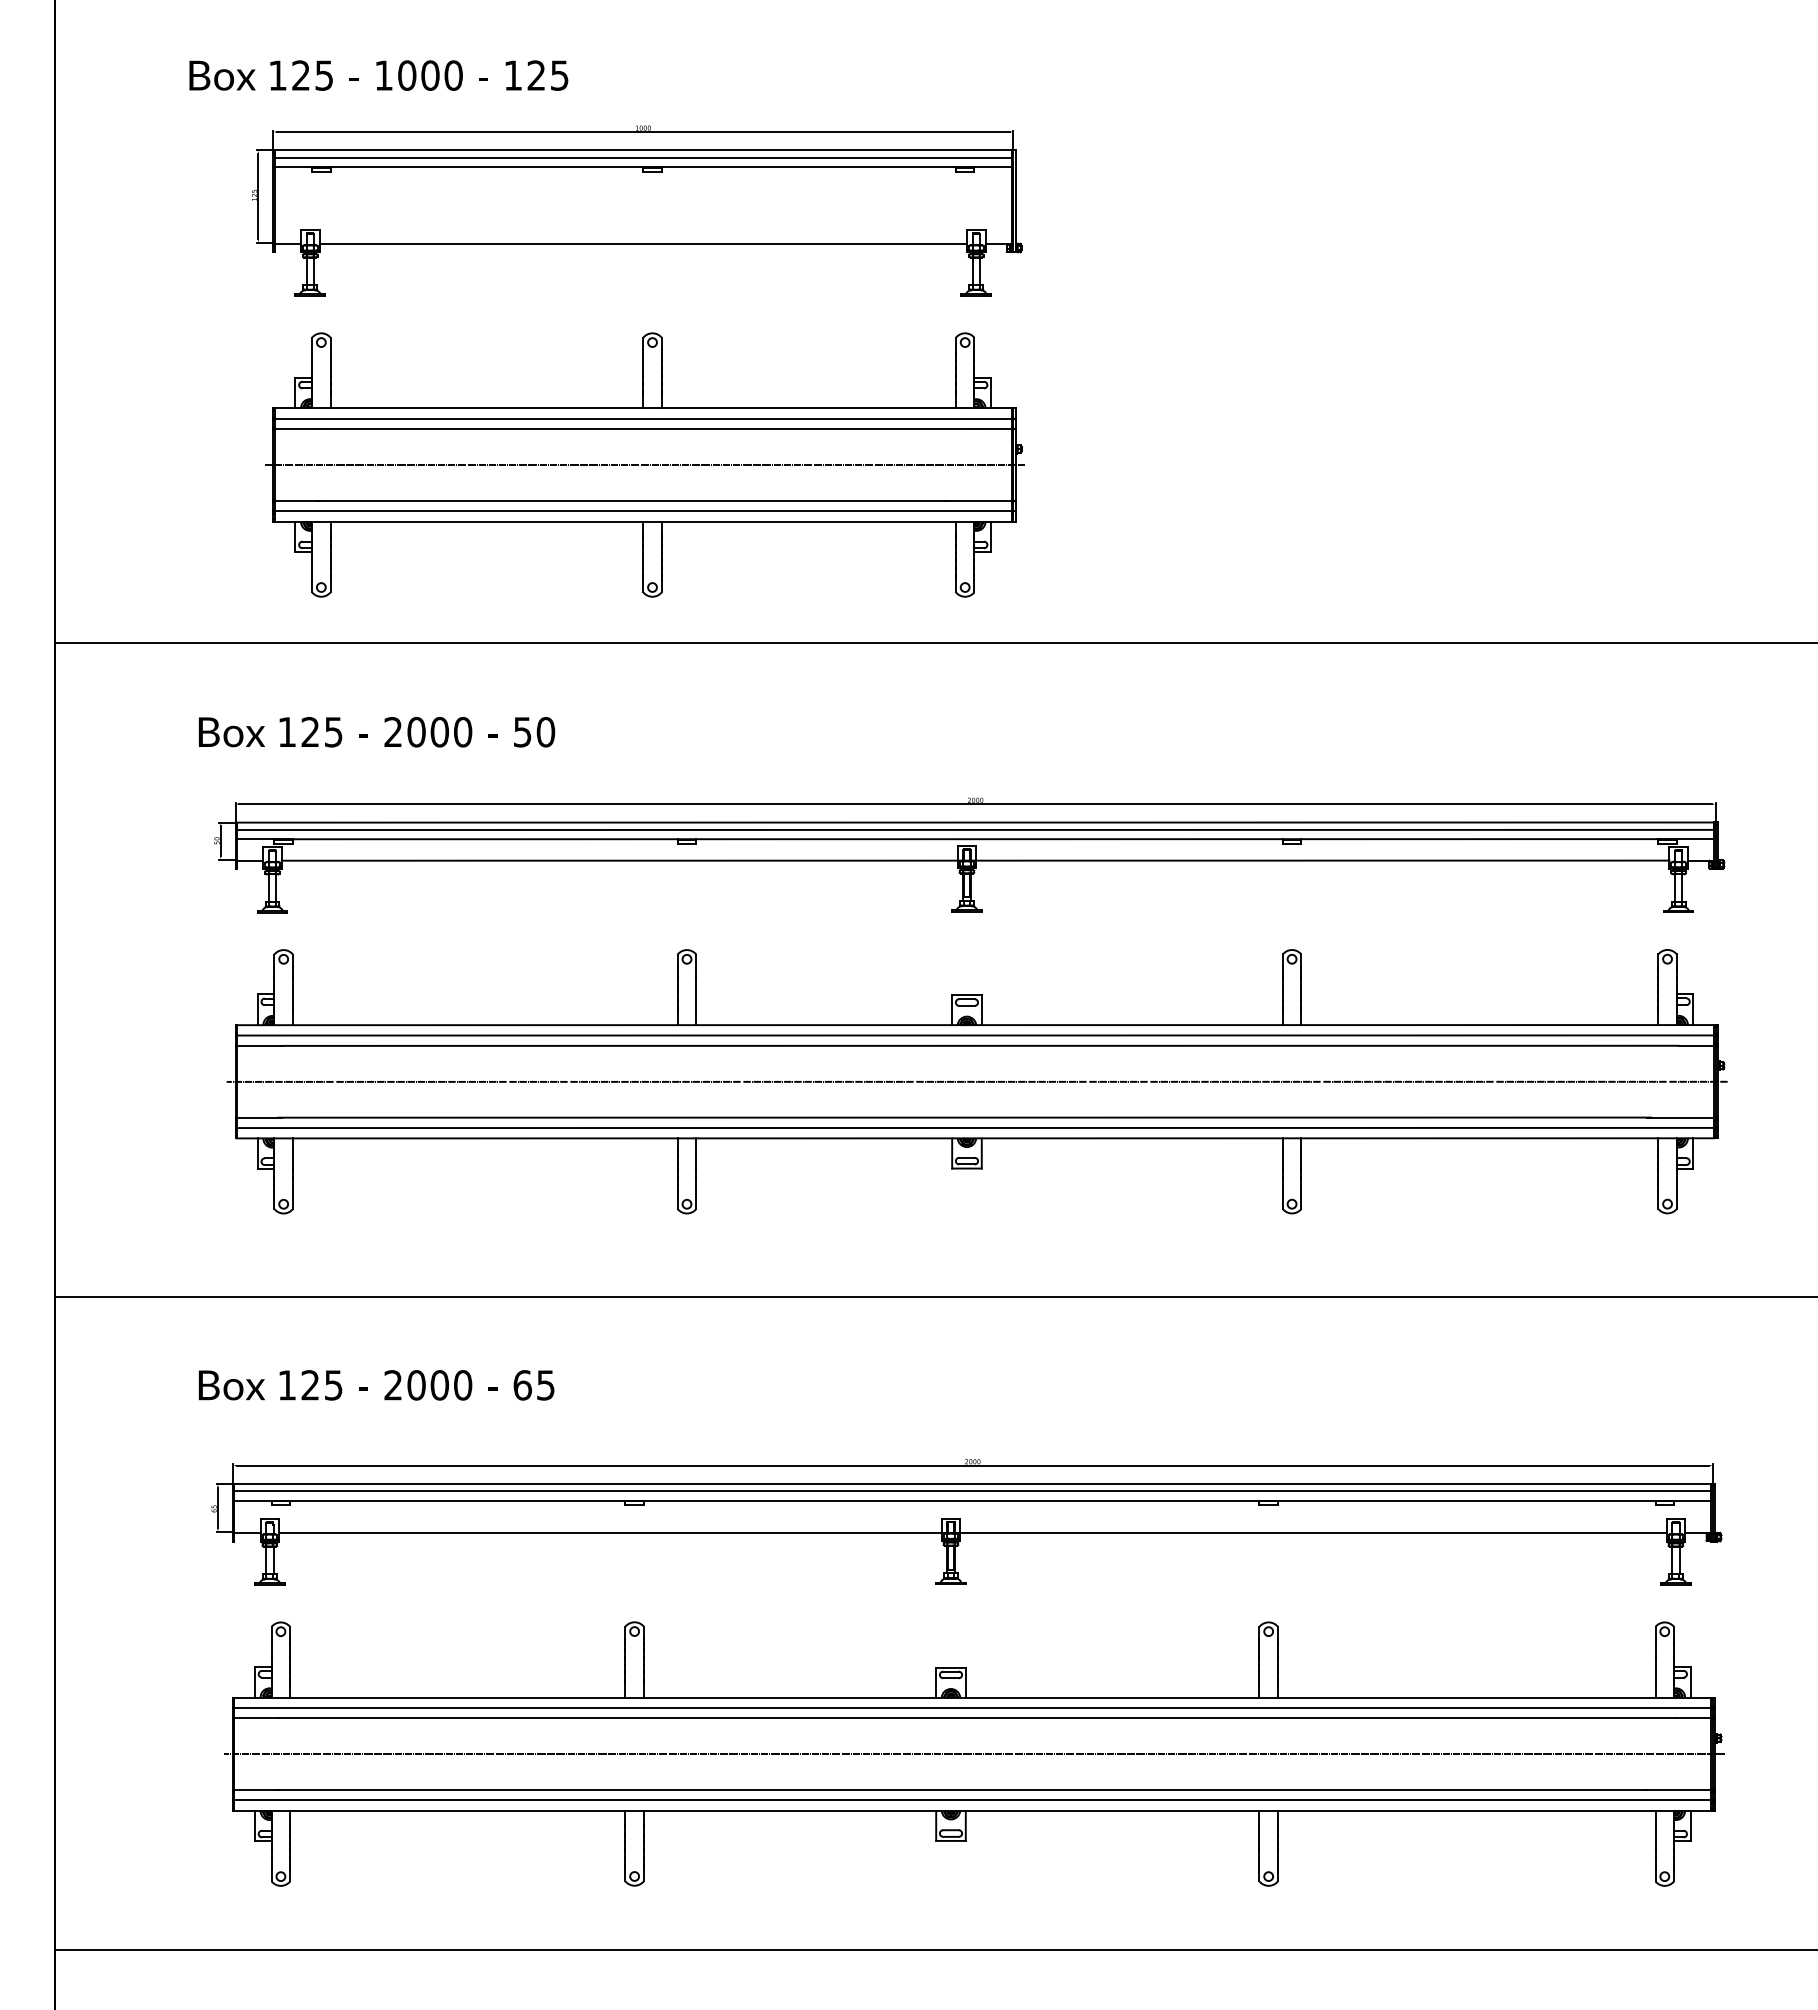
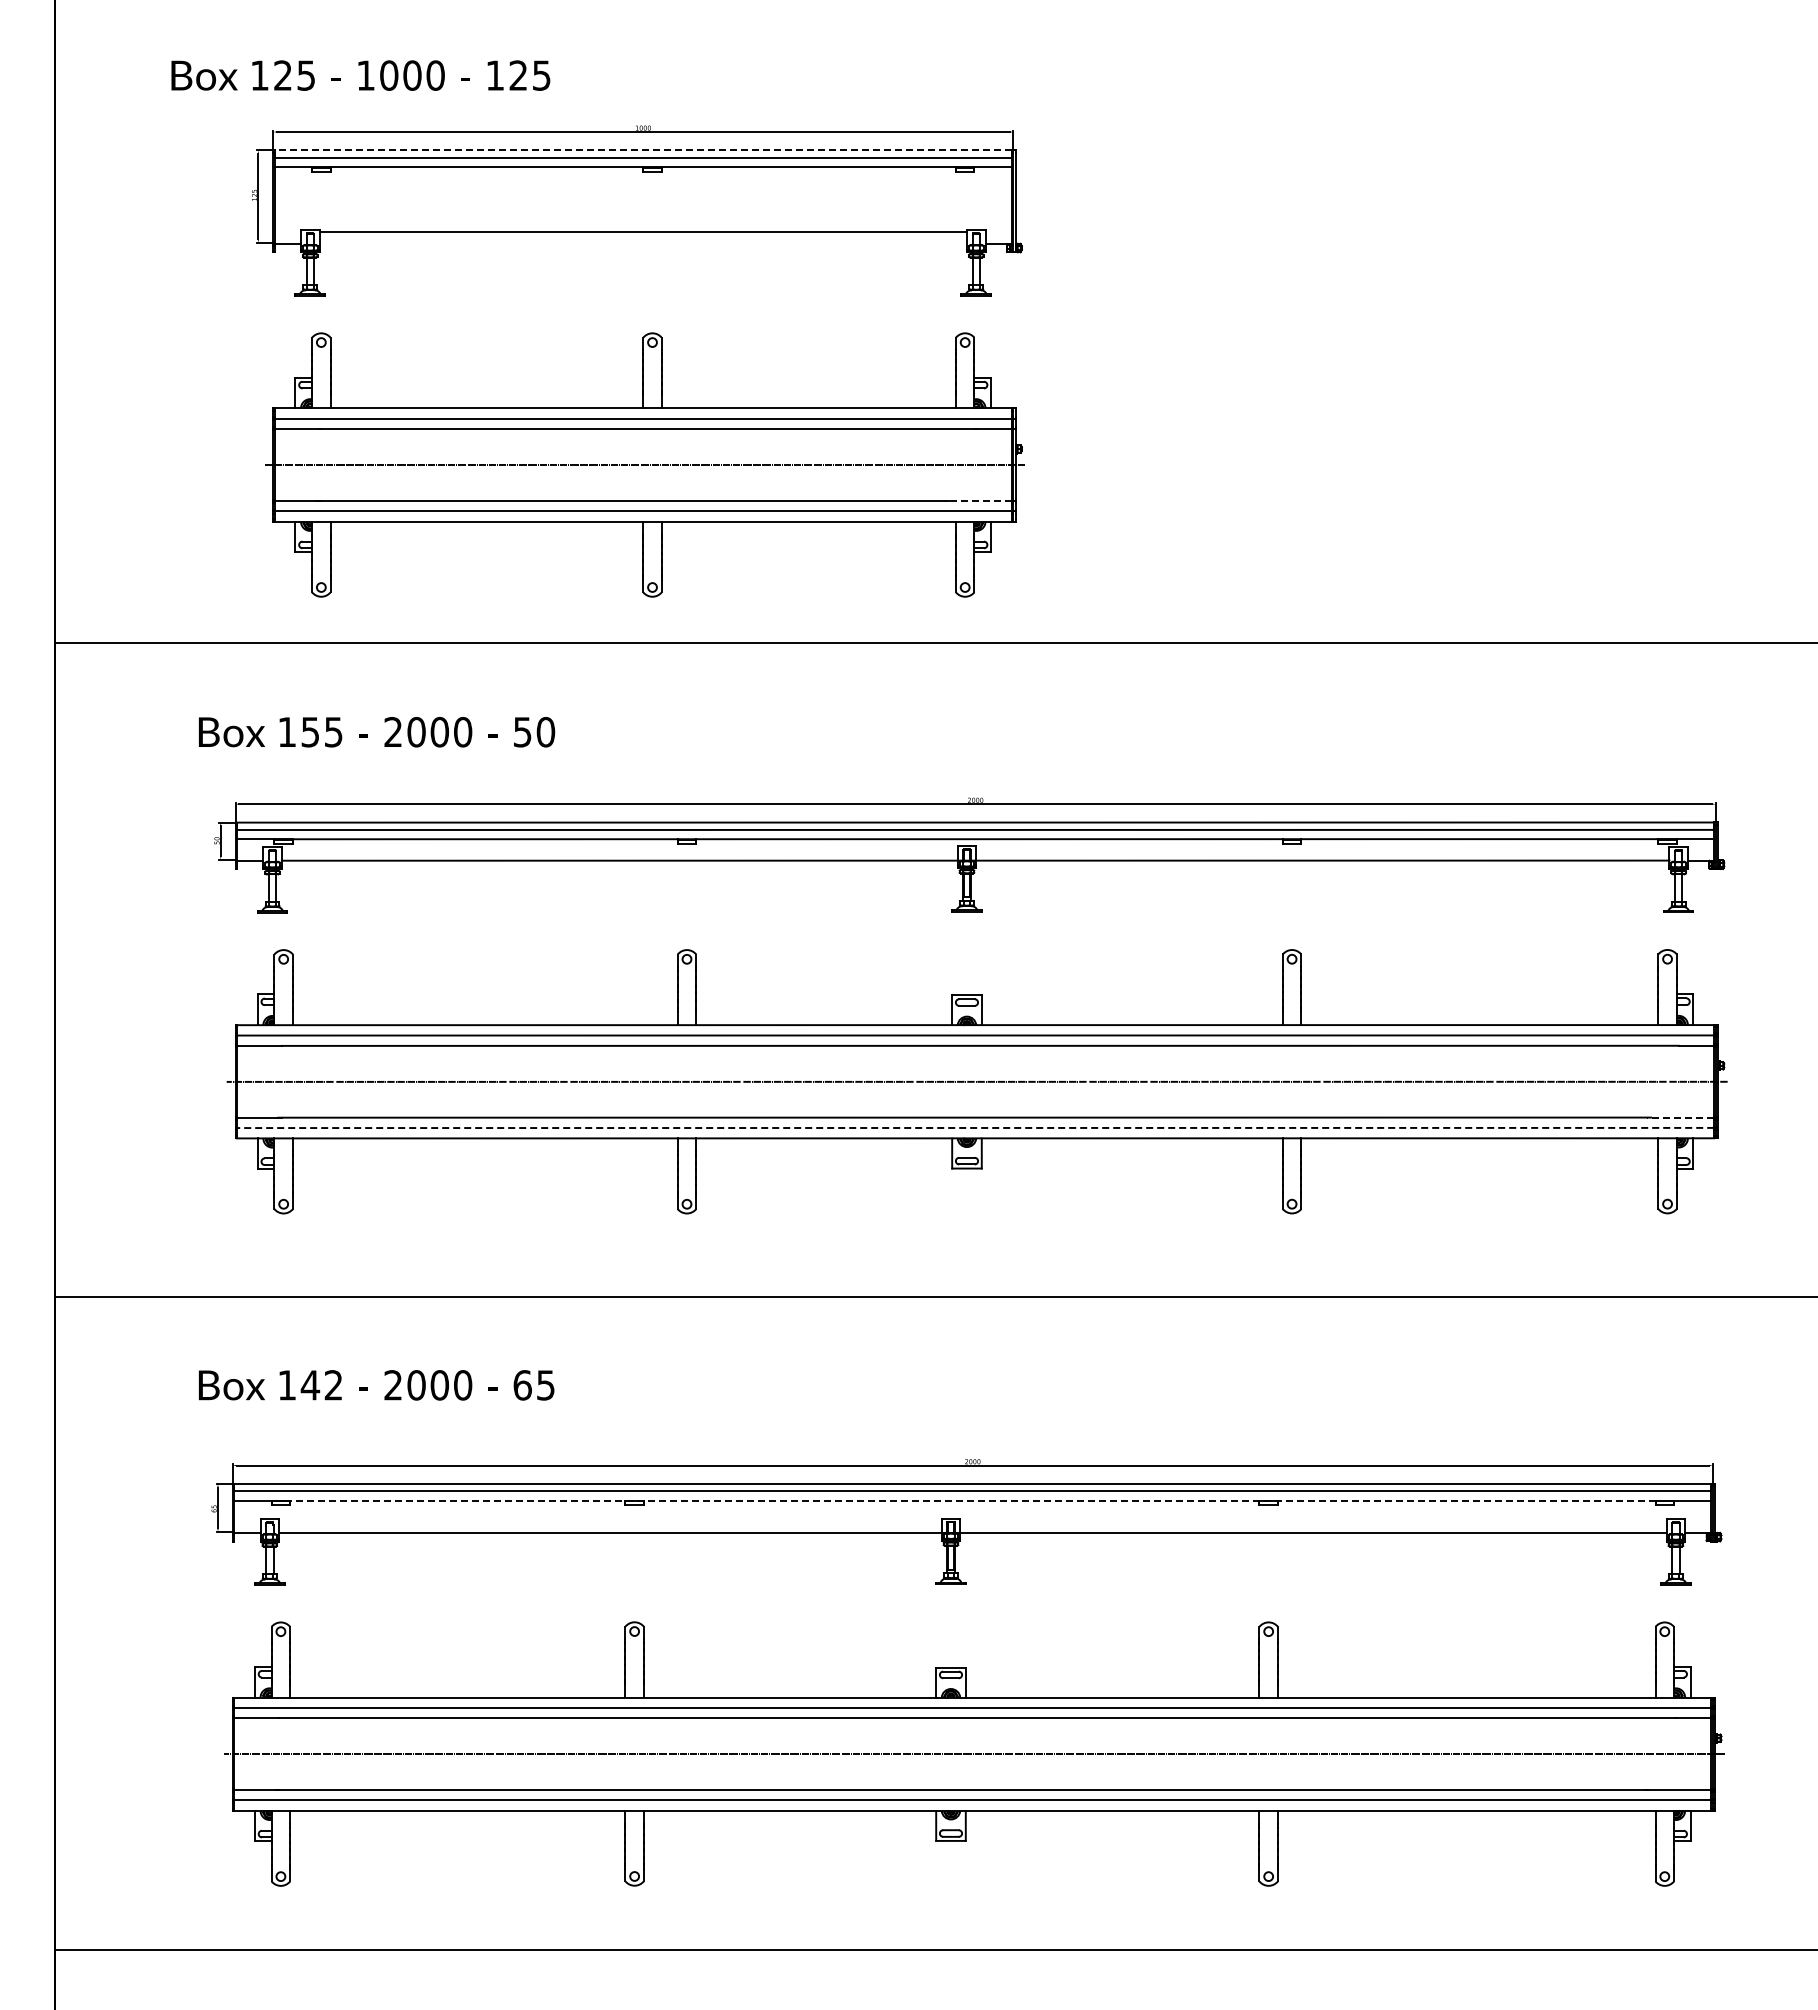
text at (378, 75) position: (378, 75) -> (360, 75)
line at (643, 150): solid -> dashed
line at (643, 243) position: (643, 243) -> (643, 231)
line at (977, 500): solid -> dashed
text at (309, 732): 125 -> 155
line at (1680, 1117): solid -> dashed
line at (975, 1127): solid -> dashed
text at (321, 1385): 125 -> 142
line at (972, 1500): solid -> dashed
